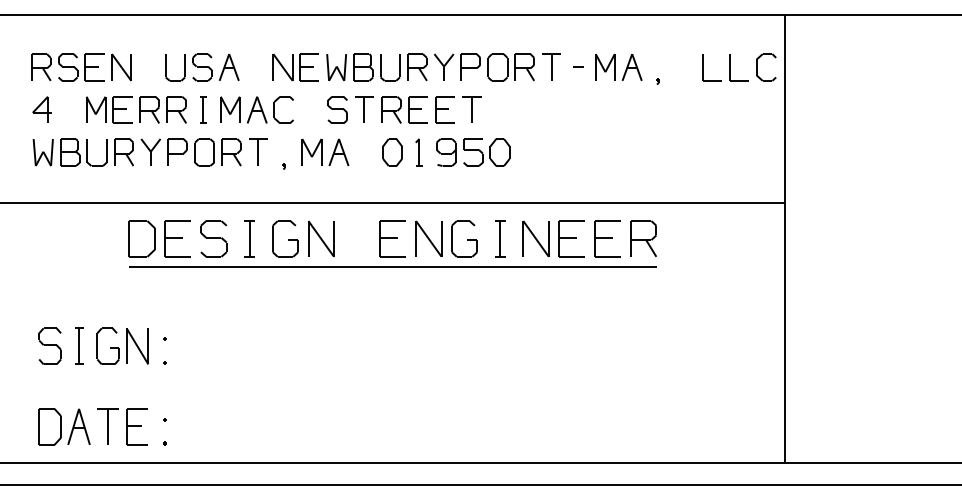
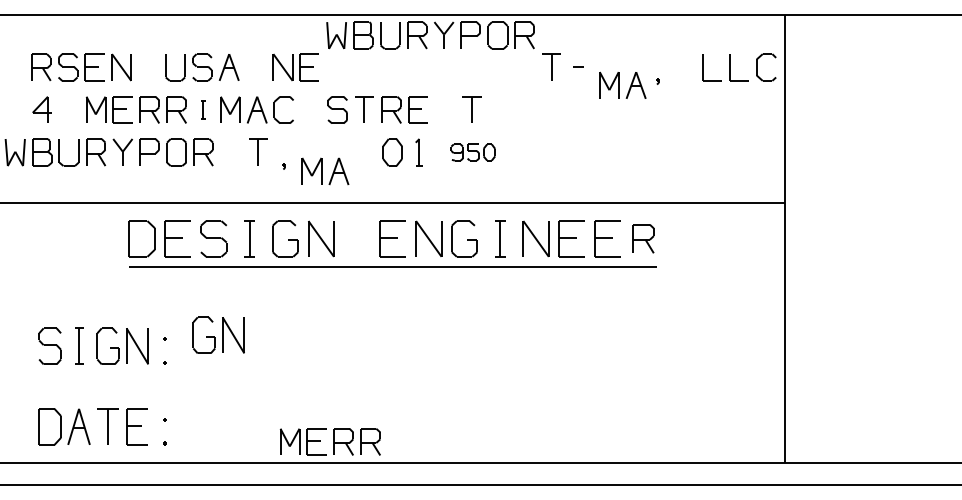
part at (618, 66) position: (618, 66) -> (622, 84)
part at (430, 67) position: (430, 67) -> (430, 35)
part at (203, 109) size: 7x28 px -> 5x20 px
part at (444, 109): present -> none
part at (325, 151) position: (325, 151) -> (325, 170)
part at (136, 152) position: (136, 152) -> (108, 152)
part at (473, 152) size: 75x29 px -> 46x19 px
part at (643, 238) size: 27x38 px -> 23x30 px
part at (218, 334): none -> present
part at (329, 441): none -> present
